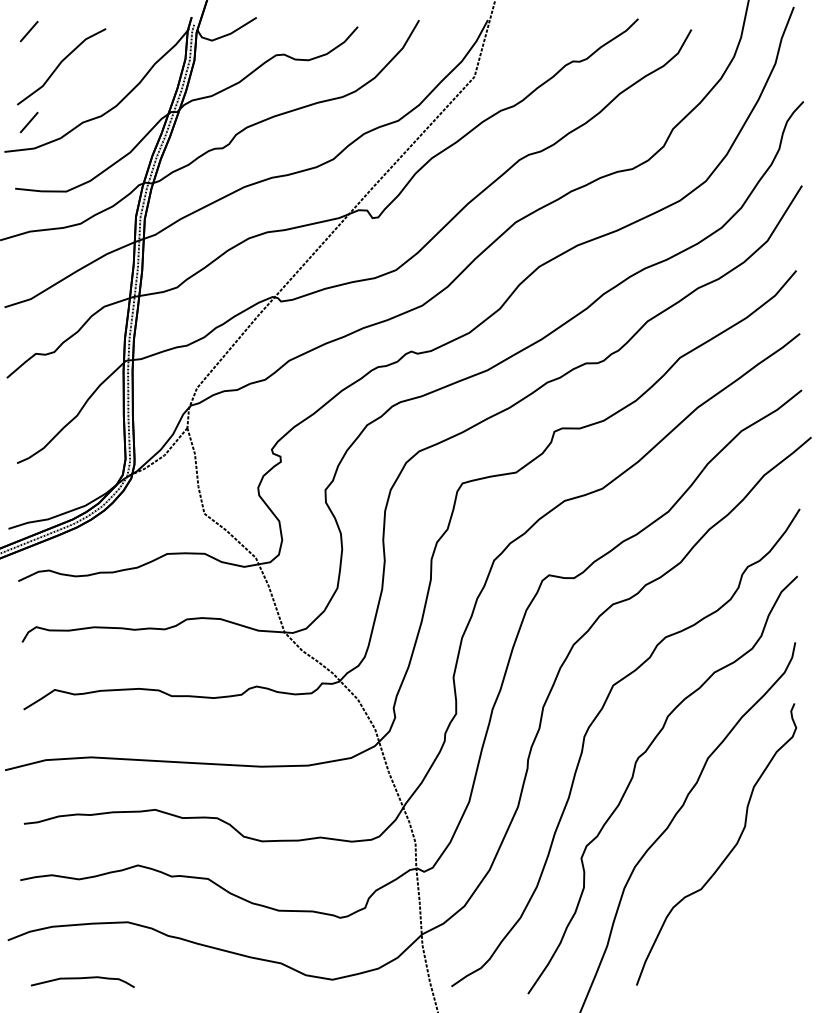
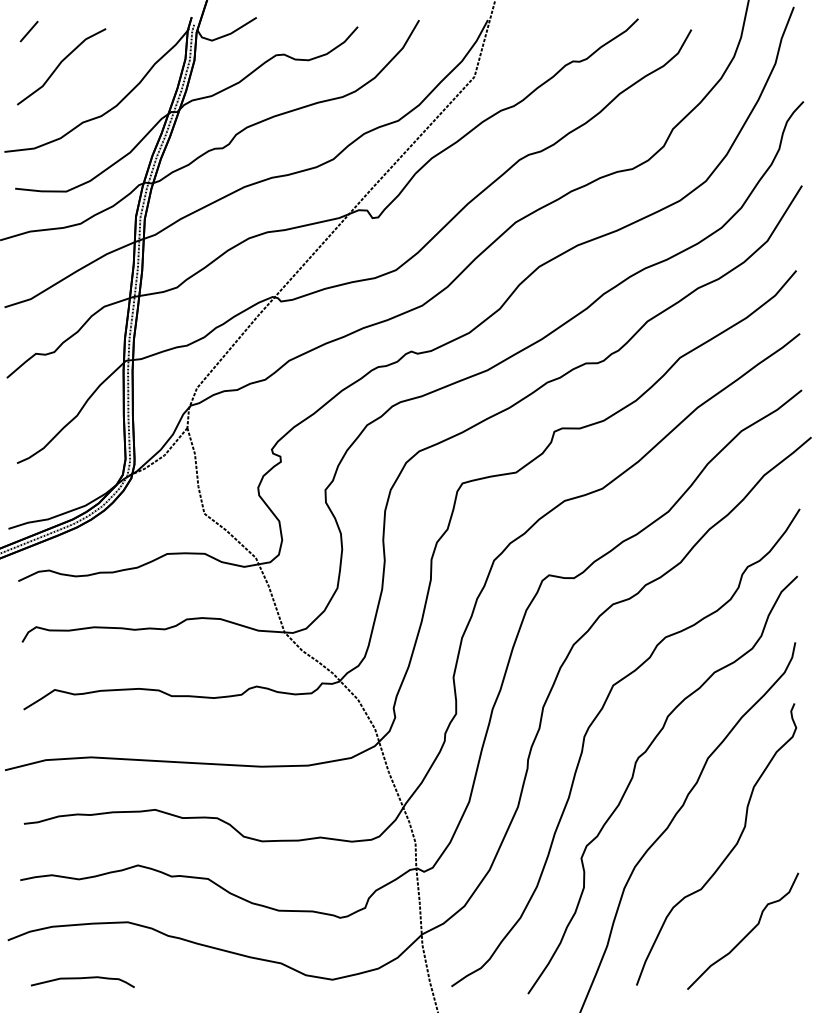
line at (28, 122): present -> none
part at (743, 930): none -> present
